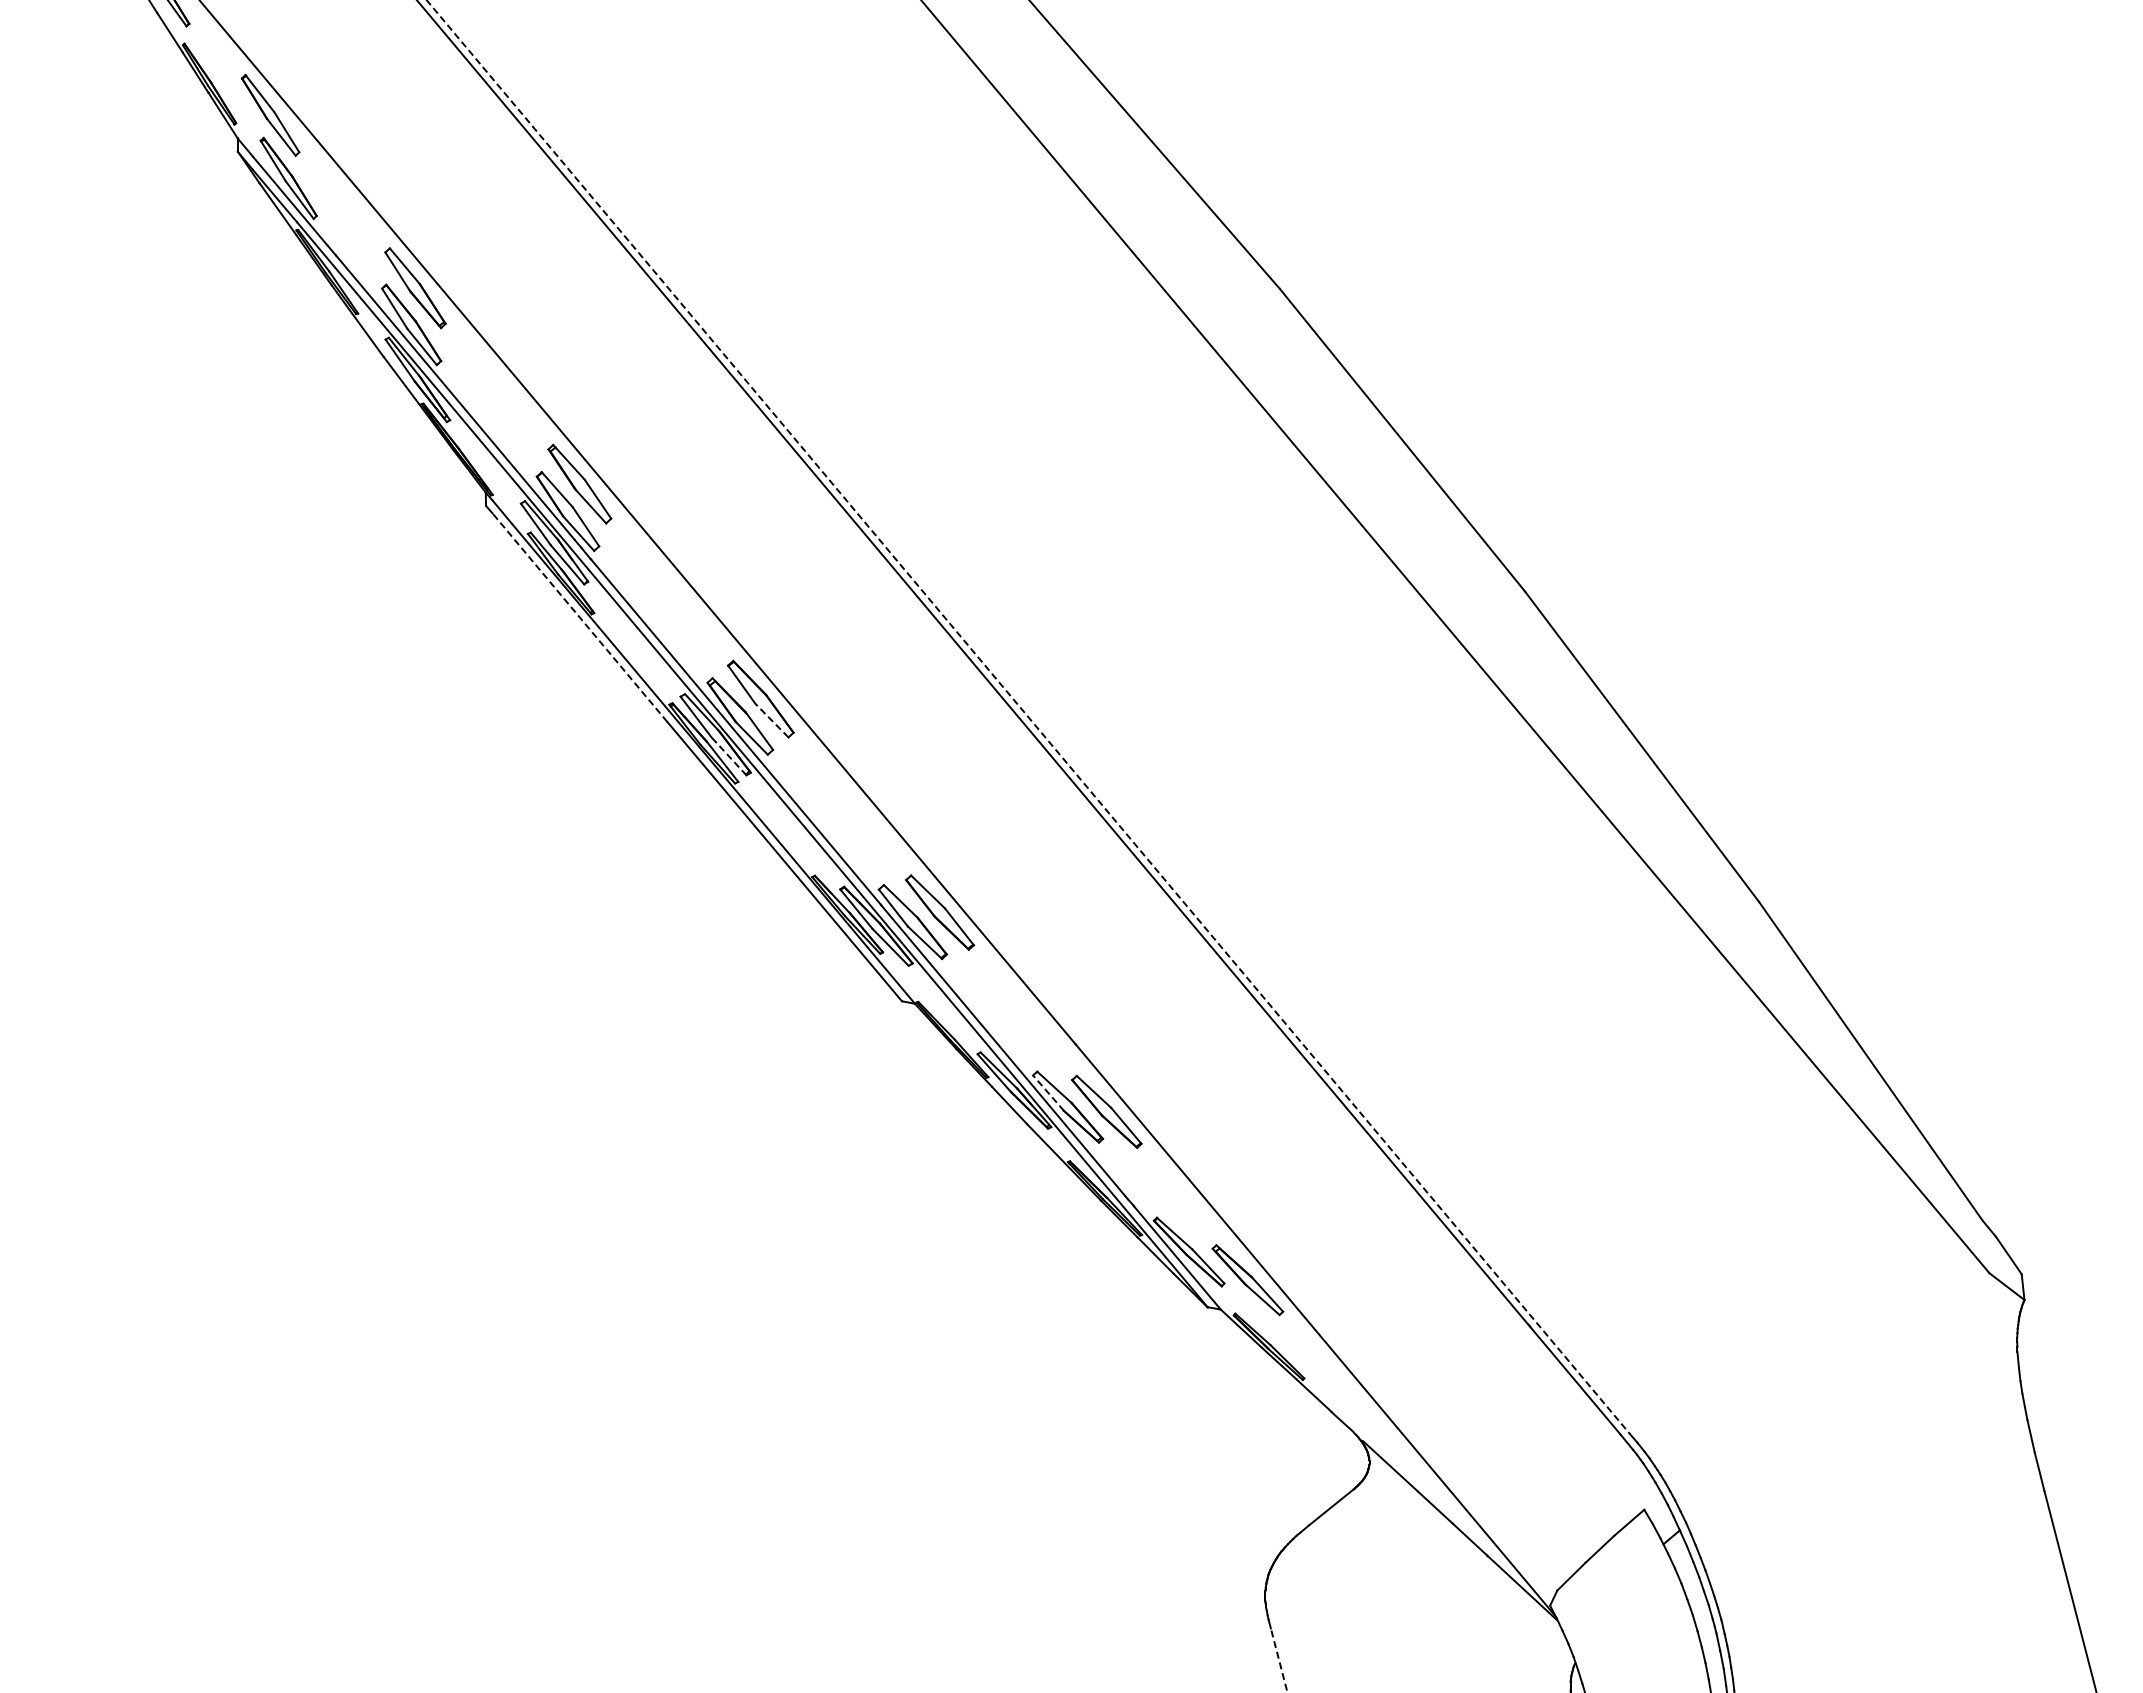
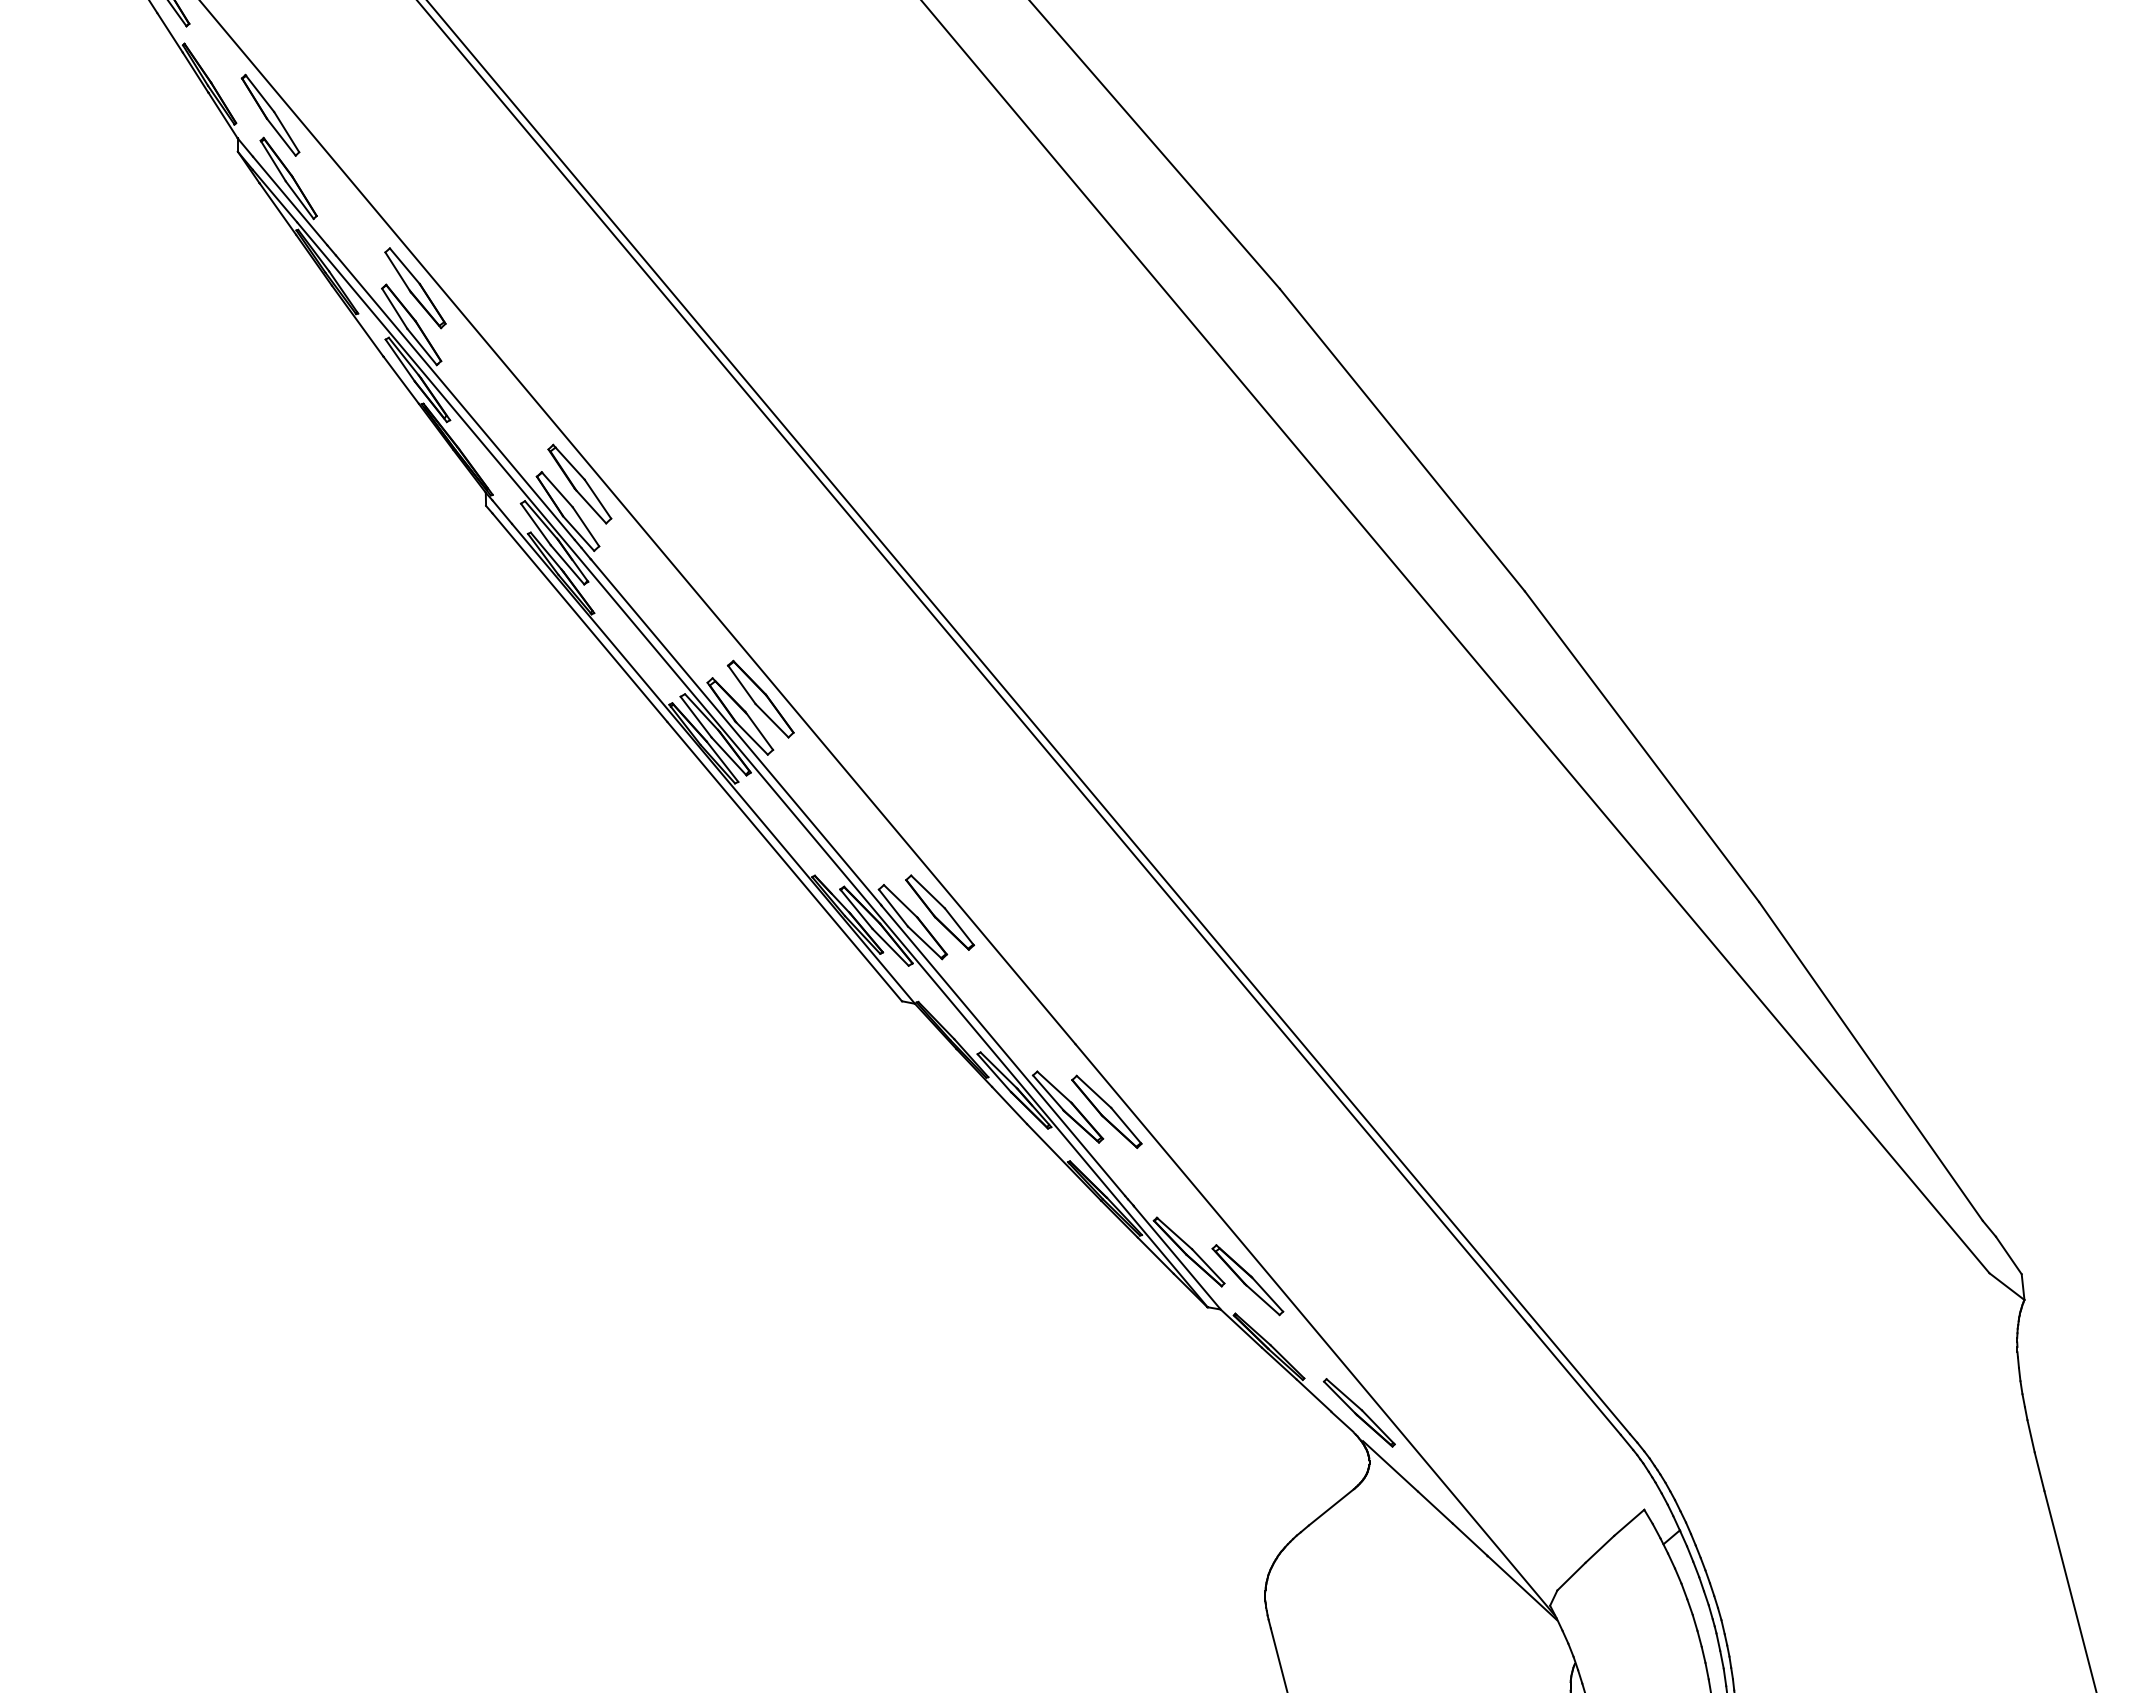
line at (579, 617): dashed -> solid
line at (1028, 717): dashed -> solid
line at (771, 720): dashed -> solid
line at (729, 756): dashed -> solid
line at (1048, 1093): dashed -> solid
part at (1358, 1412): none -> present
line at (1279, 1660): dashed -> solid
